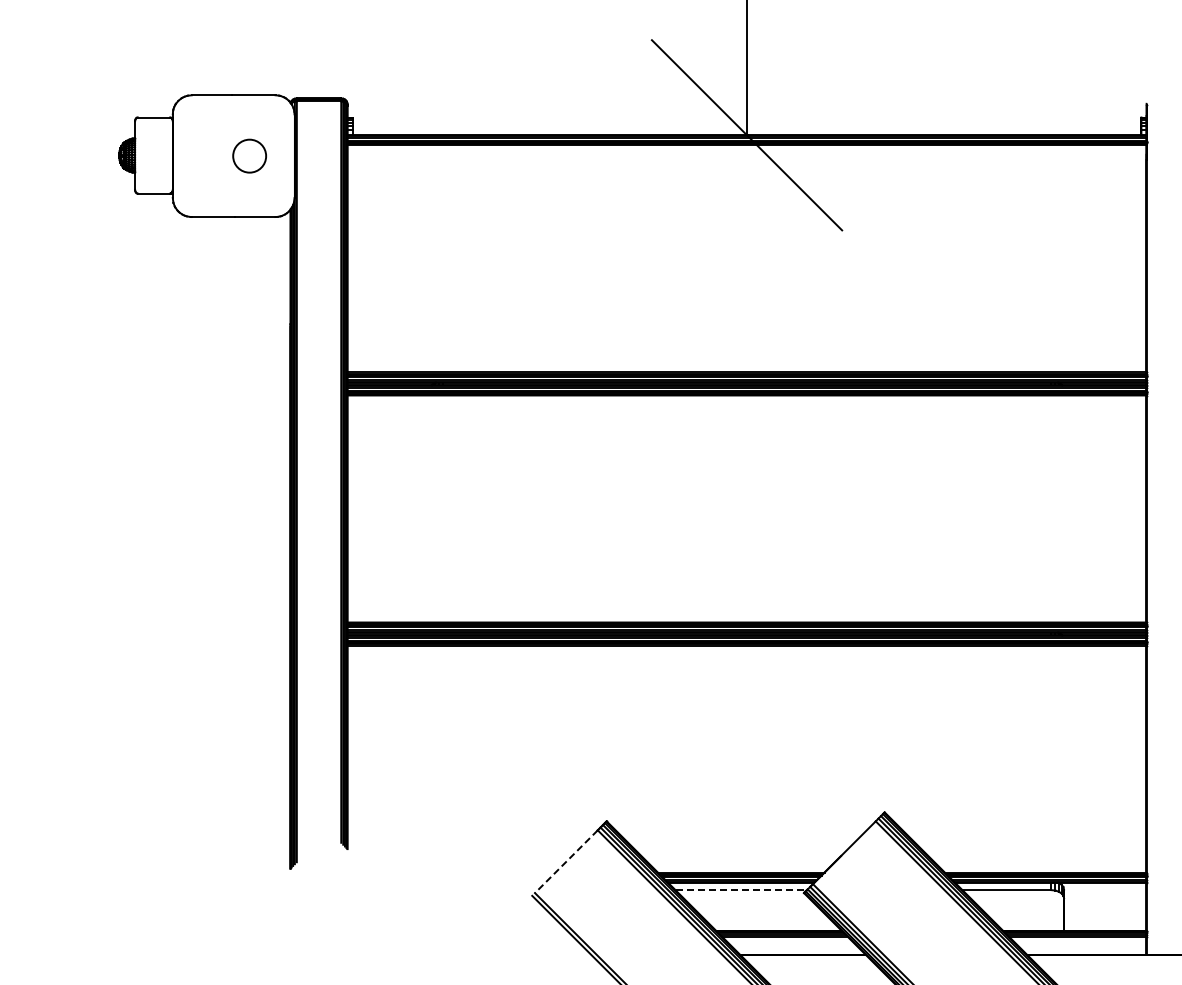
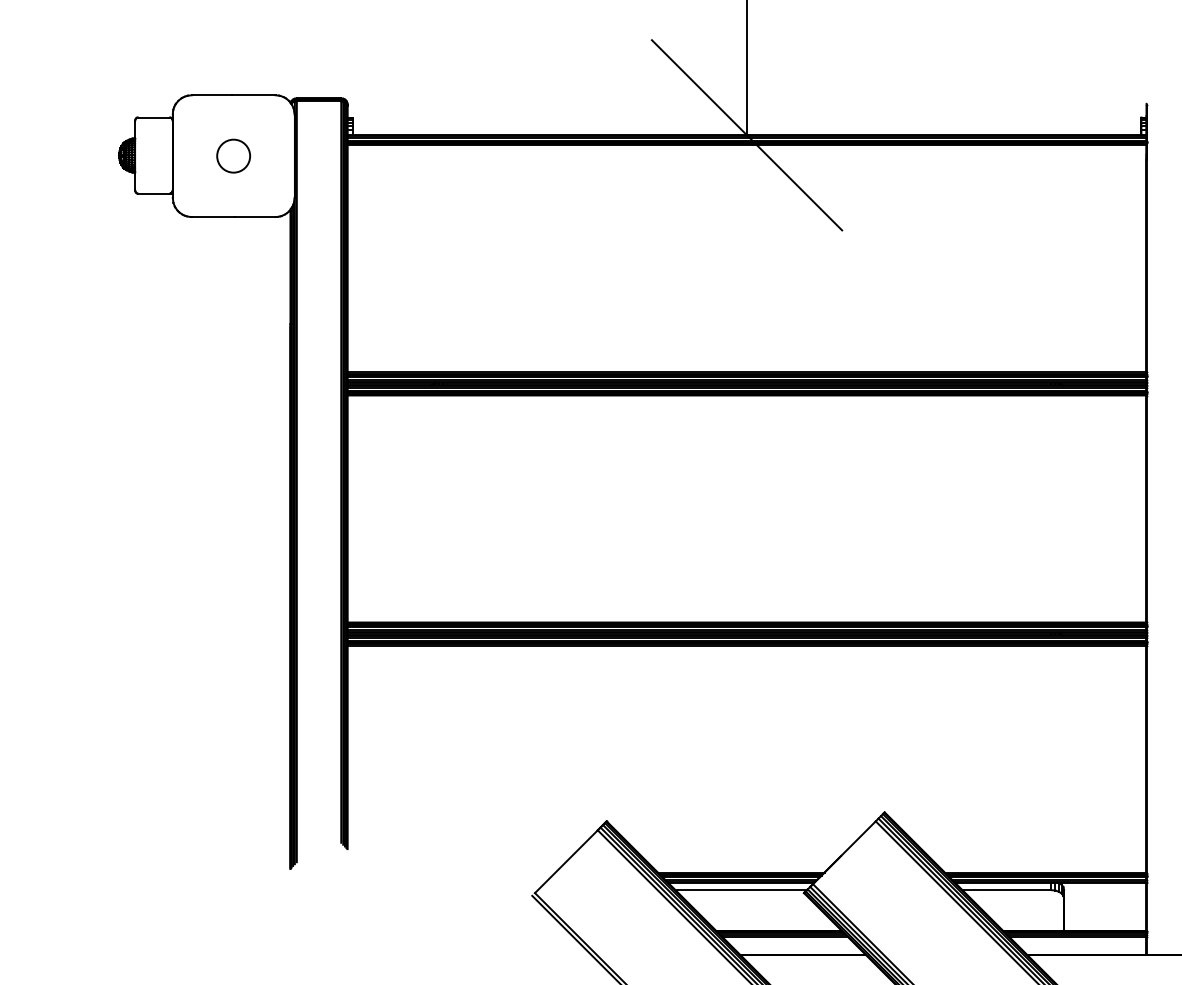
circle at (249, 155) position: (249, 155) -> (233, 155)
line at (566, 862): dashed -> solid
line at (741, 890): dashed -> solid
